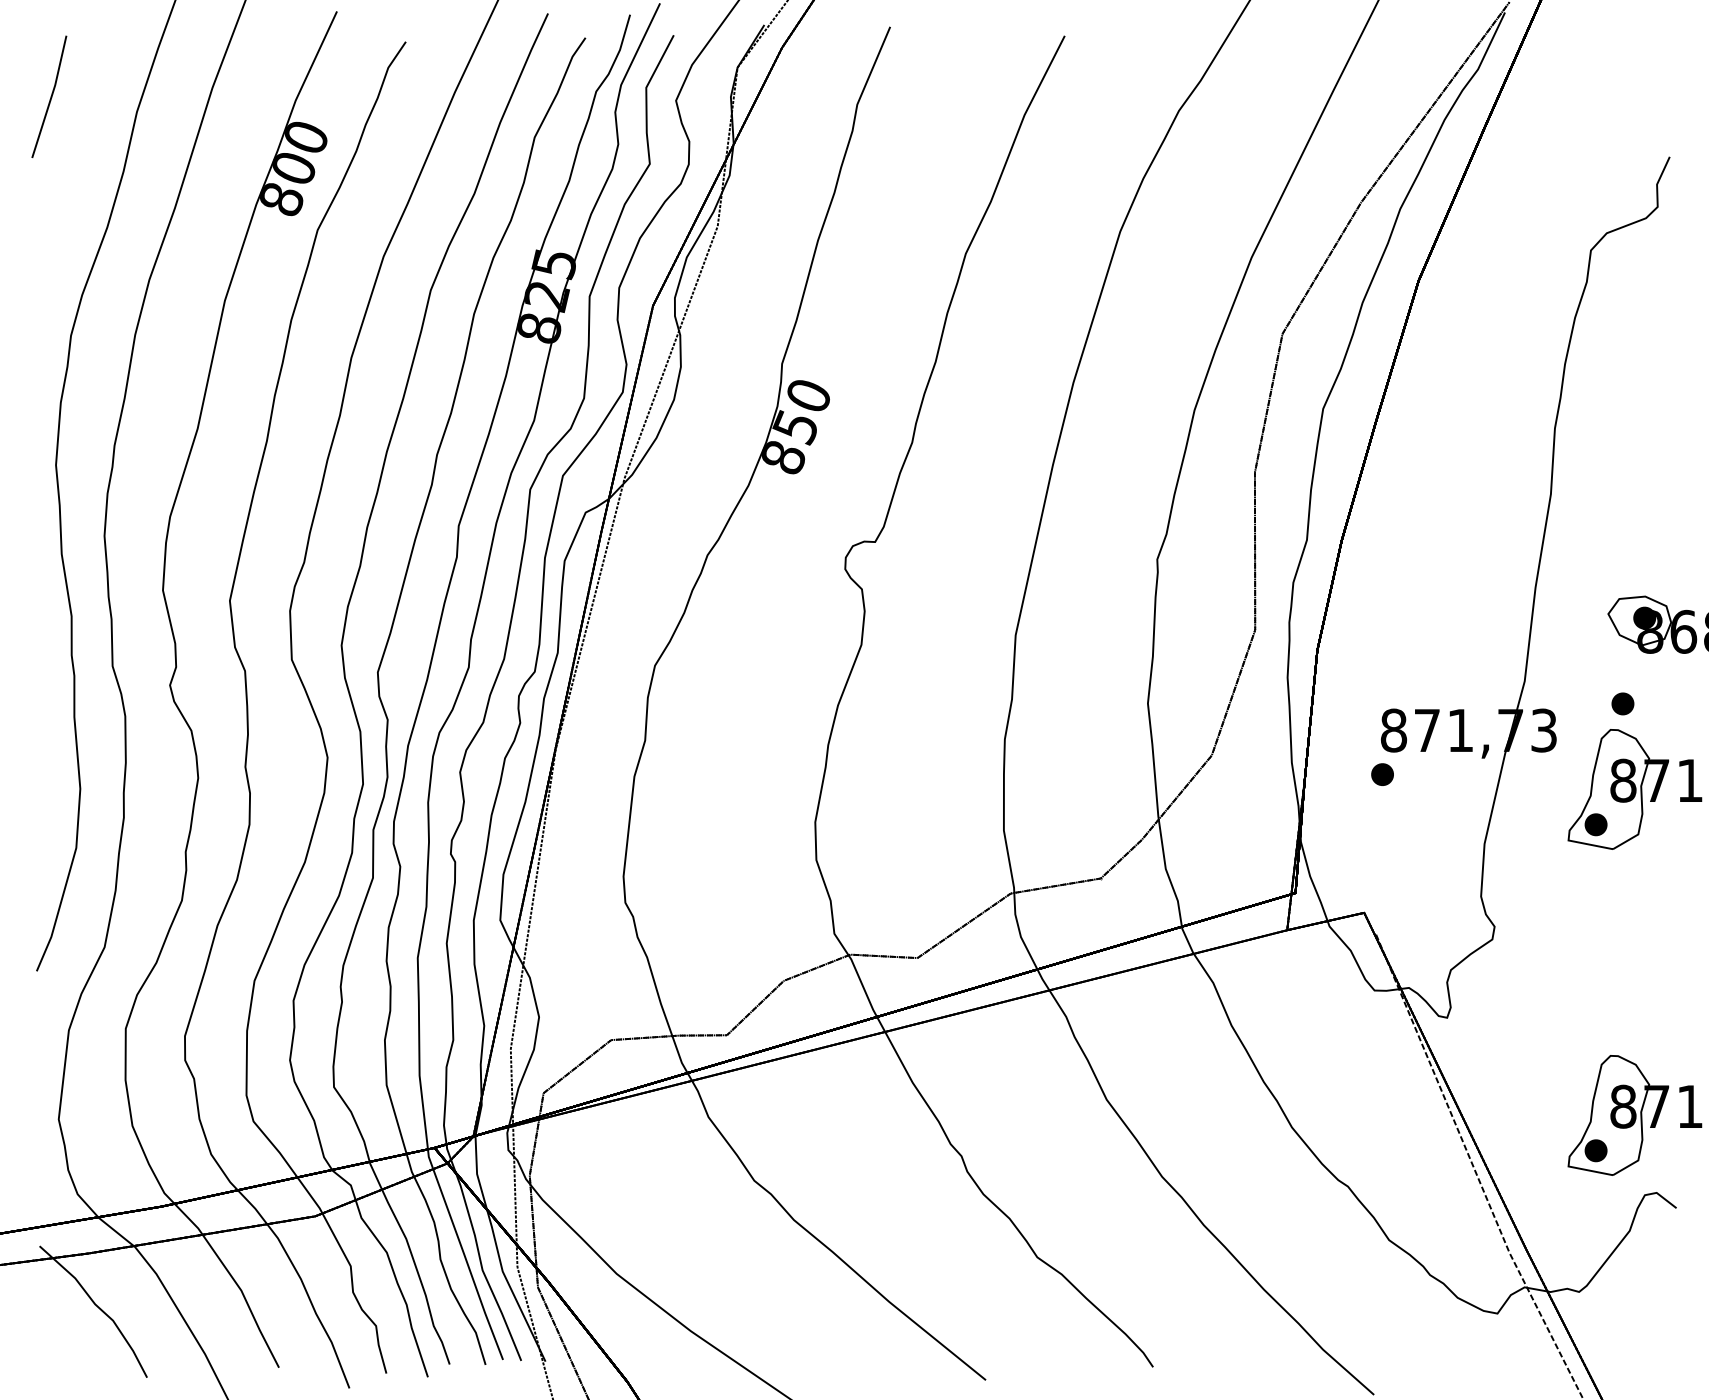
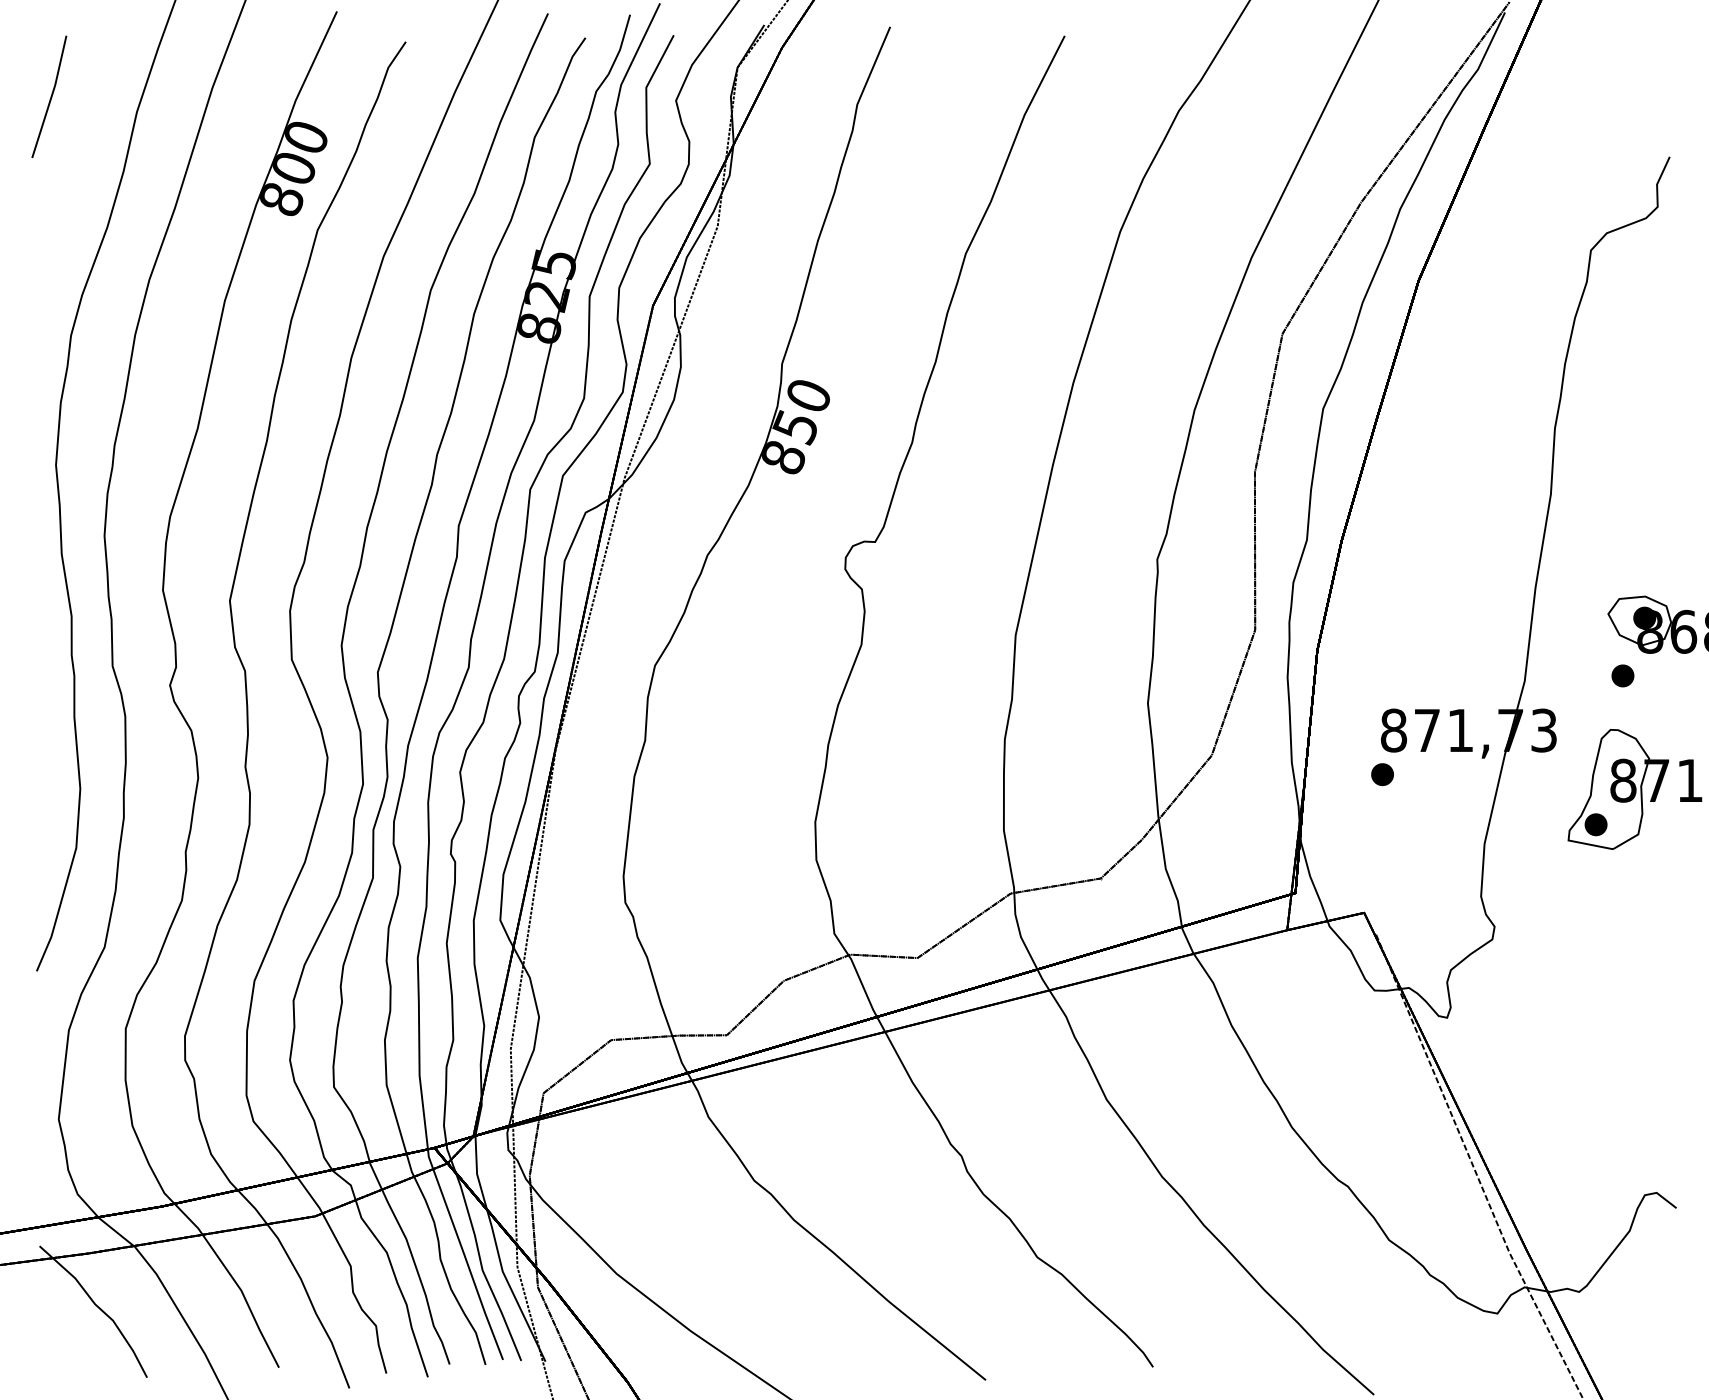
part at (1622, 703) position: (1622, 703) -> (1622, 675)
part at (1634, 1115): present -> none
